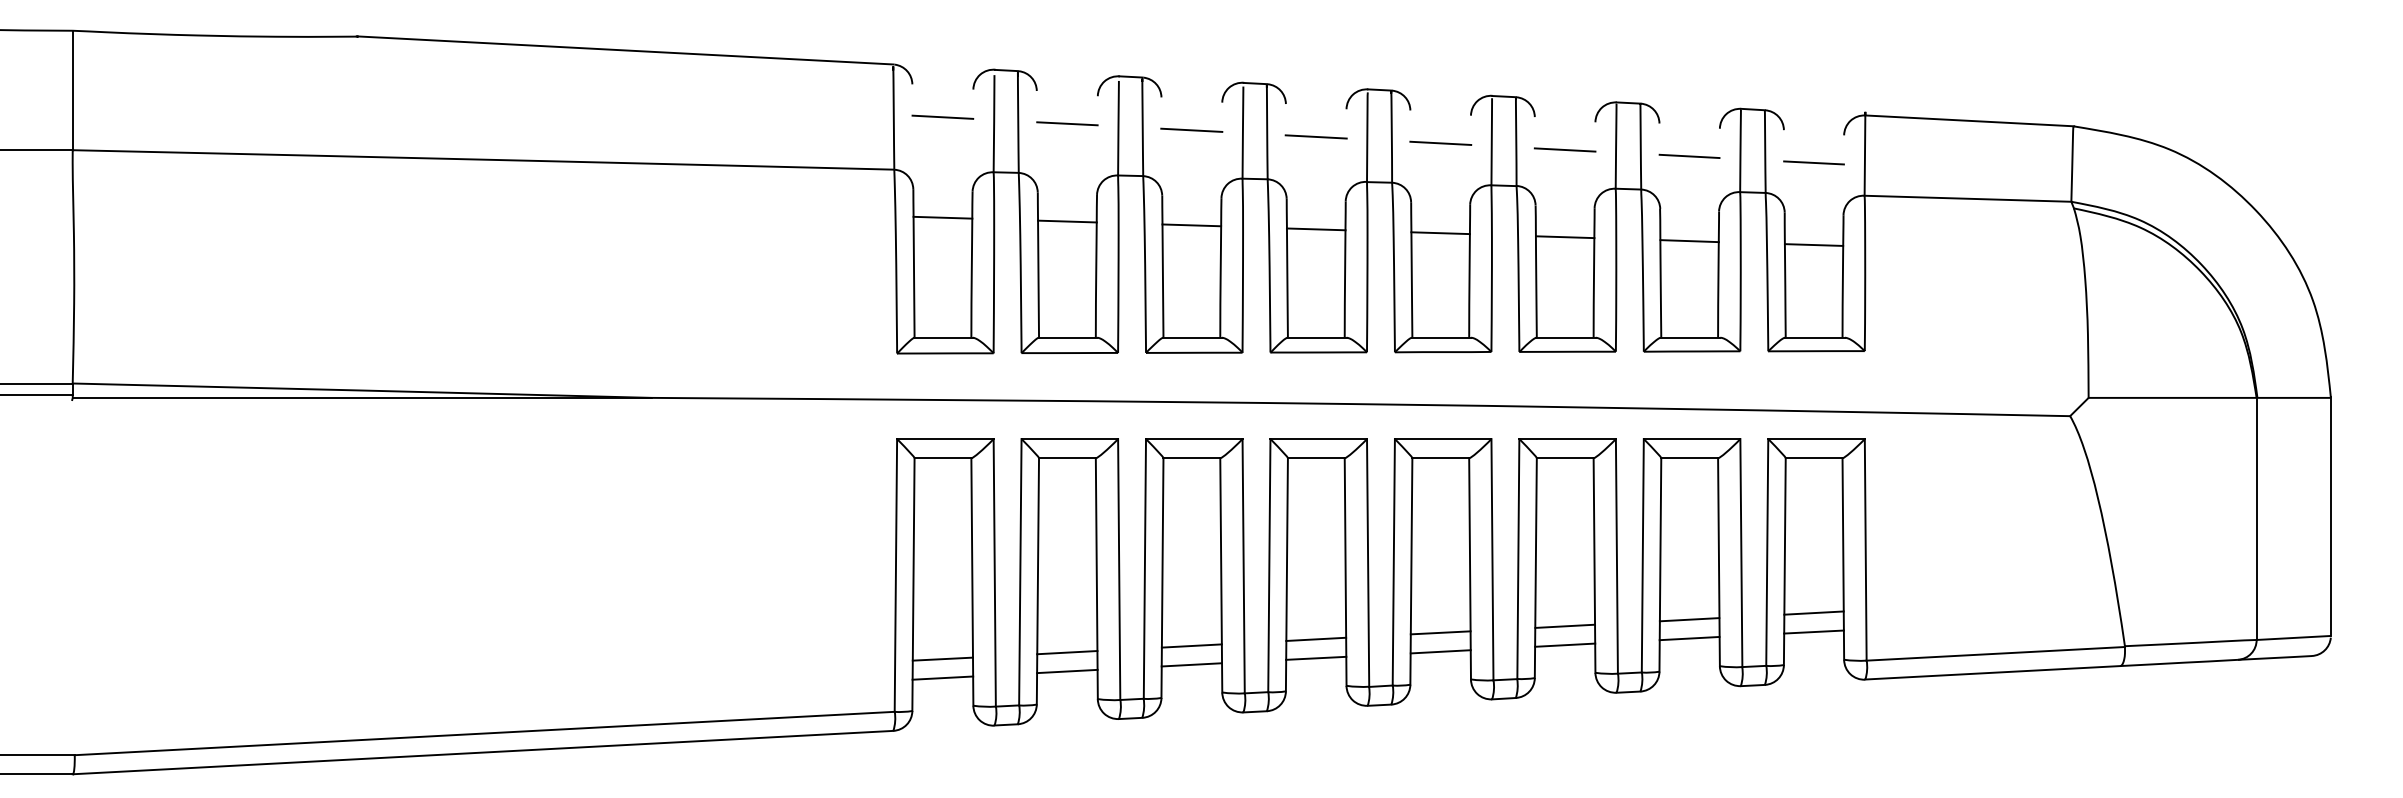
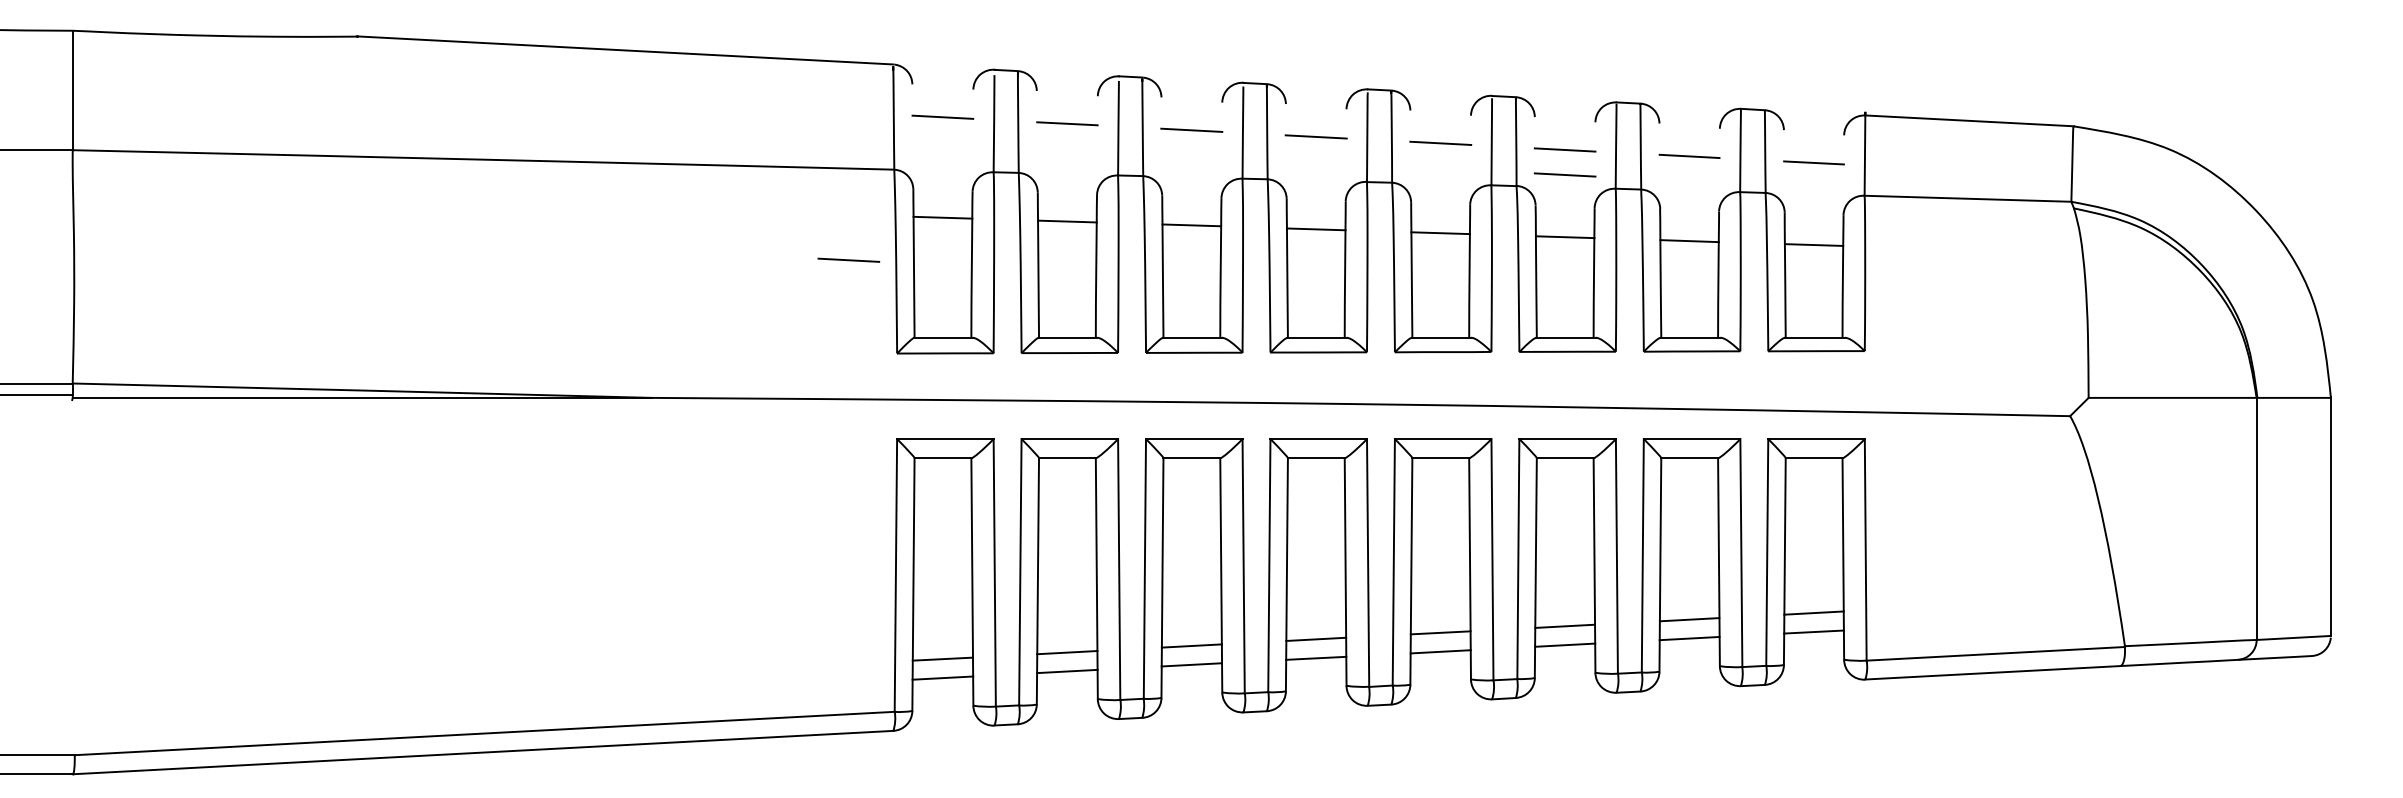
line at (1564, 174): none -> present
line at (848, 259): none -> present
